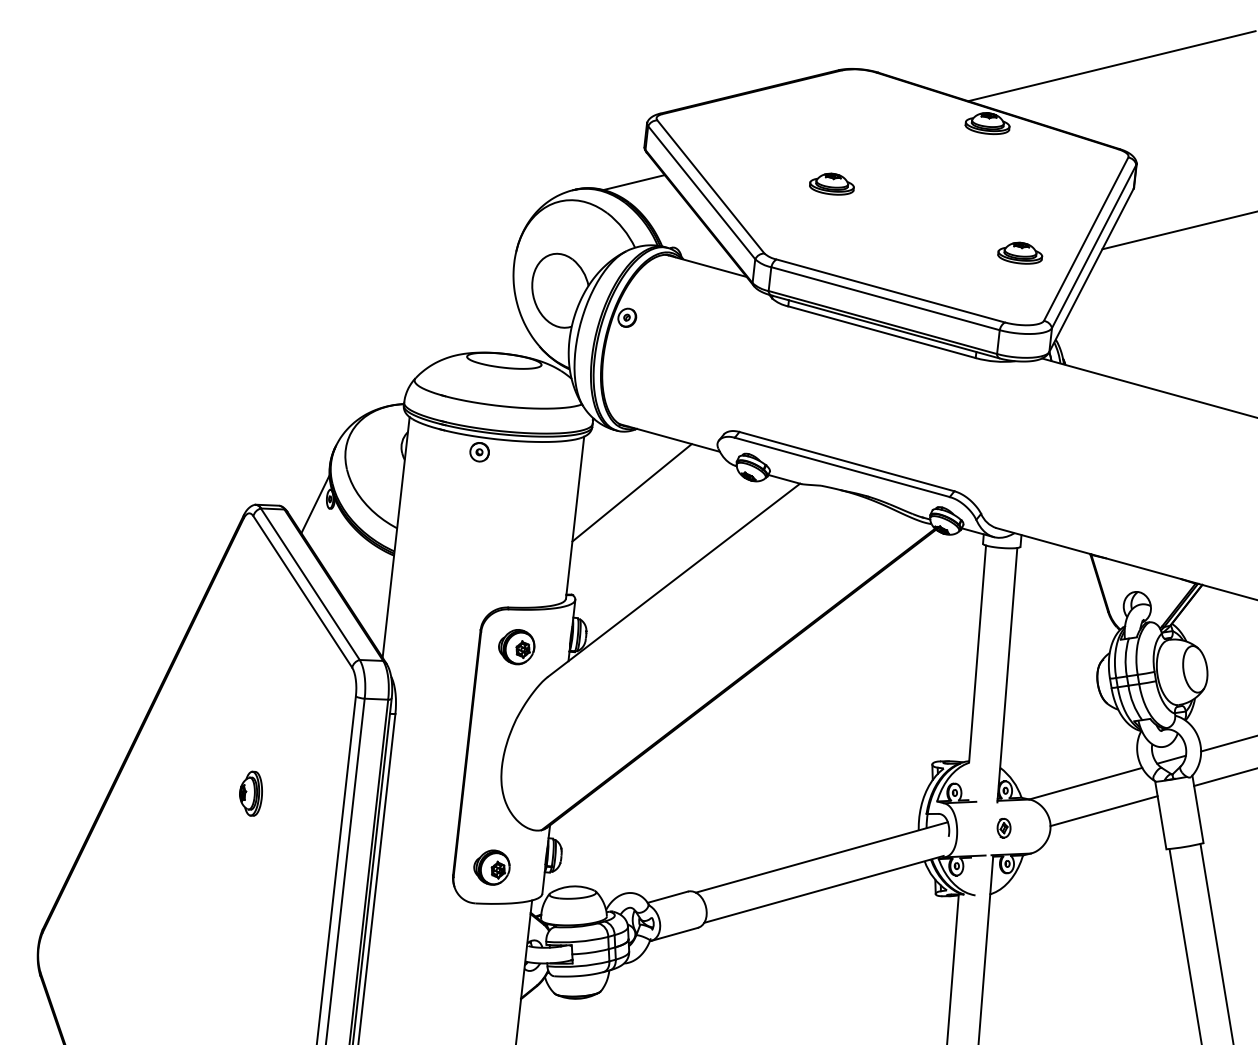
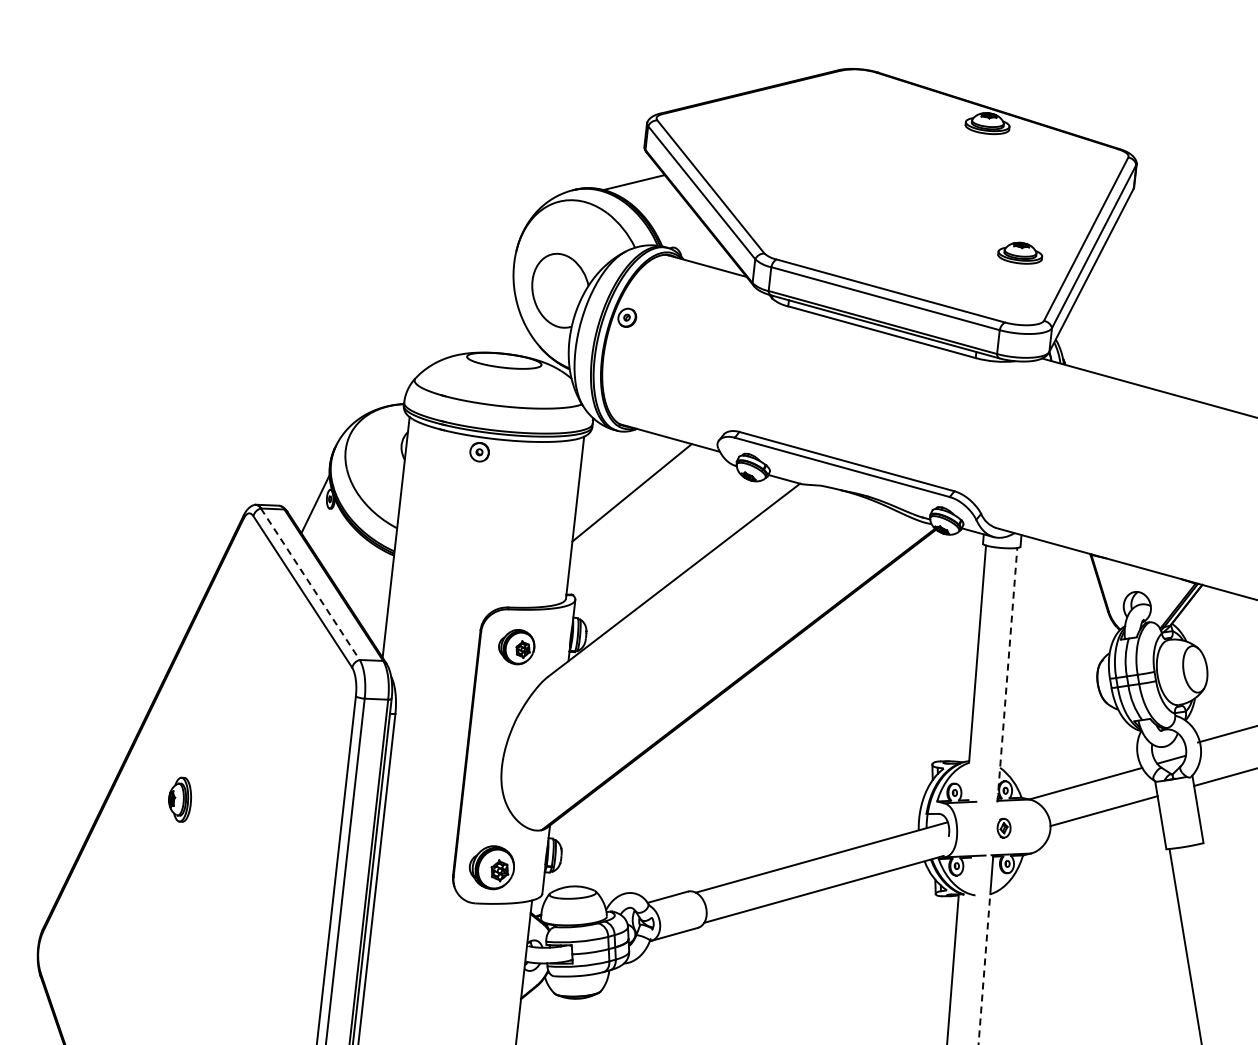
line at (1111, 66): present -> none
part at (831, 183): present -> none
line at (1178, 230): present -> none
line at (310, 584): solid -> dashed
line at (1007, 675): solid -> dashed
line at (1227, 743) position: (1227, 743) -> (1226, 734)
part at (250, 793) position: (250, 793) -> (179, 799)
part at (491, 867) size: 38x37 px -> 47x46 px
line at (1216, 942): present -> none
line at (984, 969): solid -> dashed
